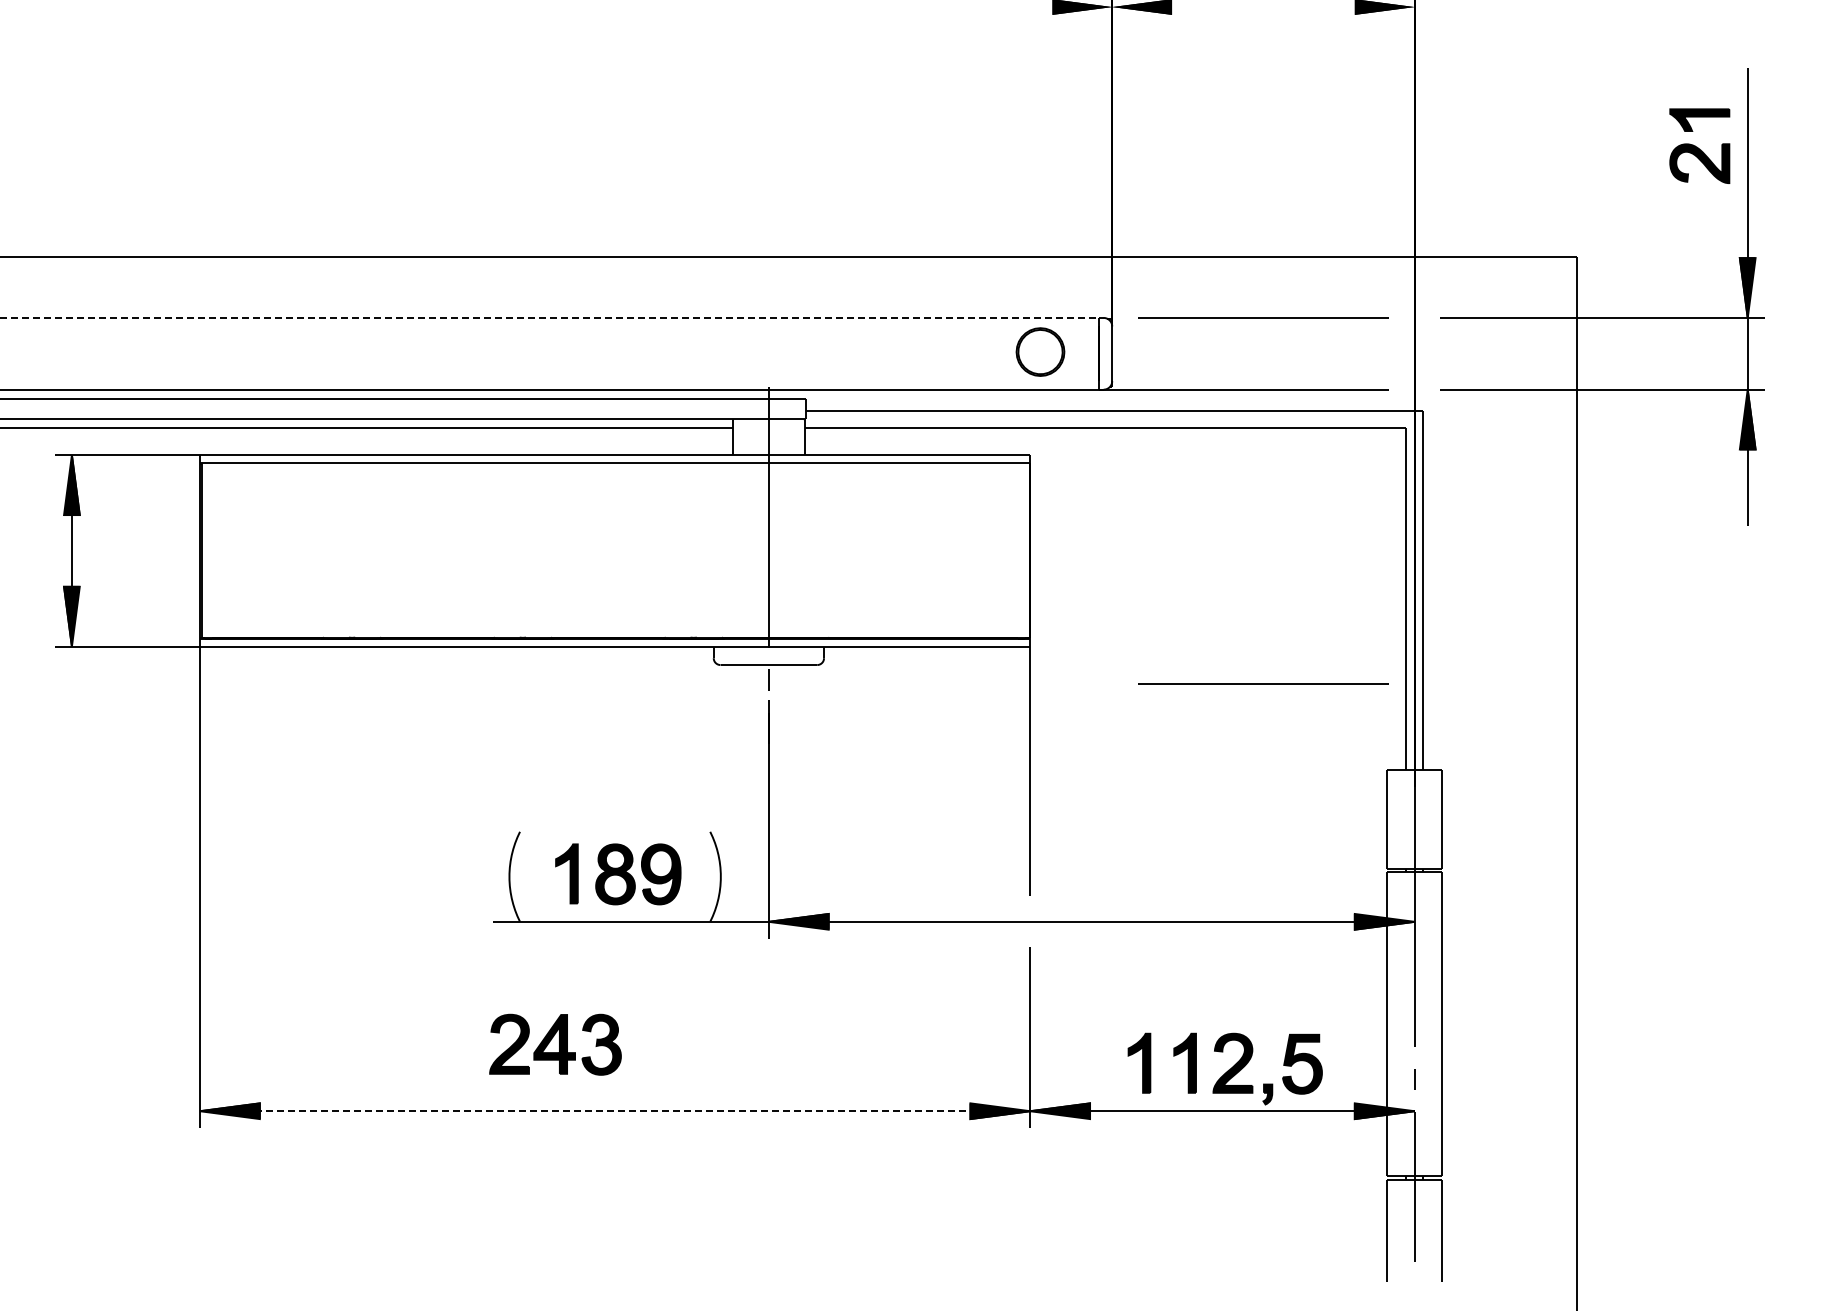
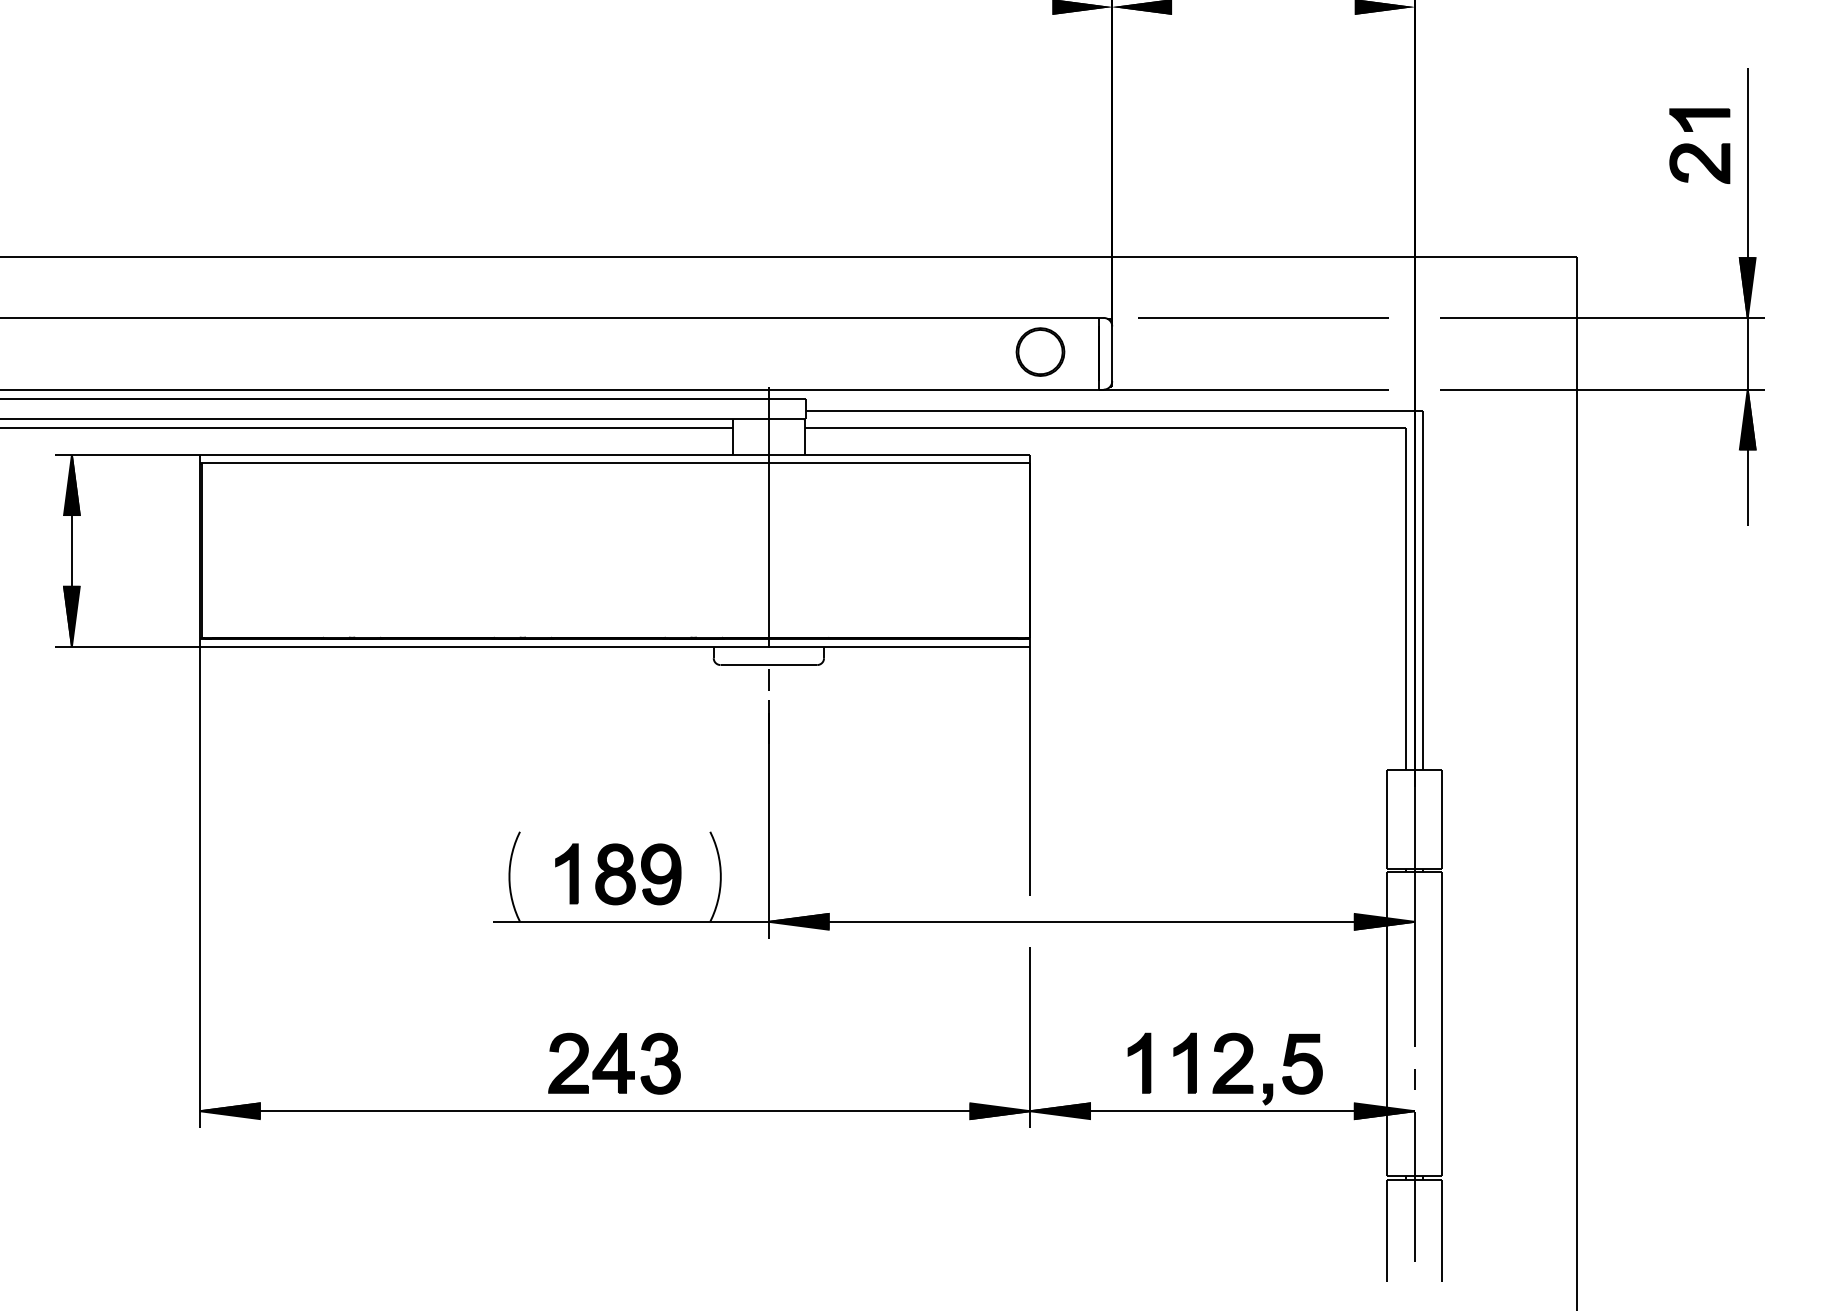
line at (549, 317): dashed -> solid
line at (1263, 683): present -> none
part at (555, 1044) position: (555, 1044) -> (614, 1063)
line at (615, 1111): dashed -> solid
